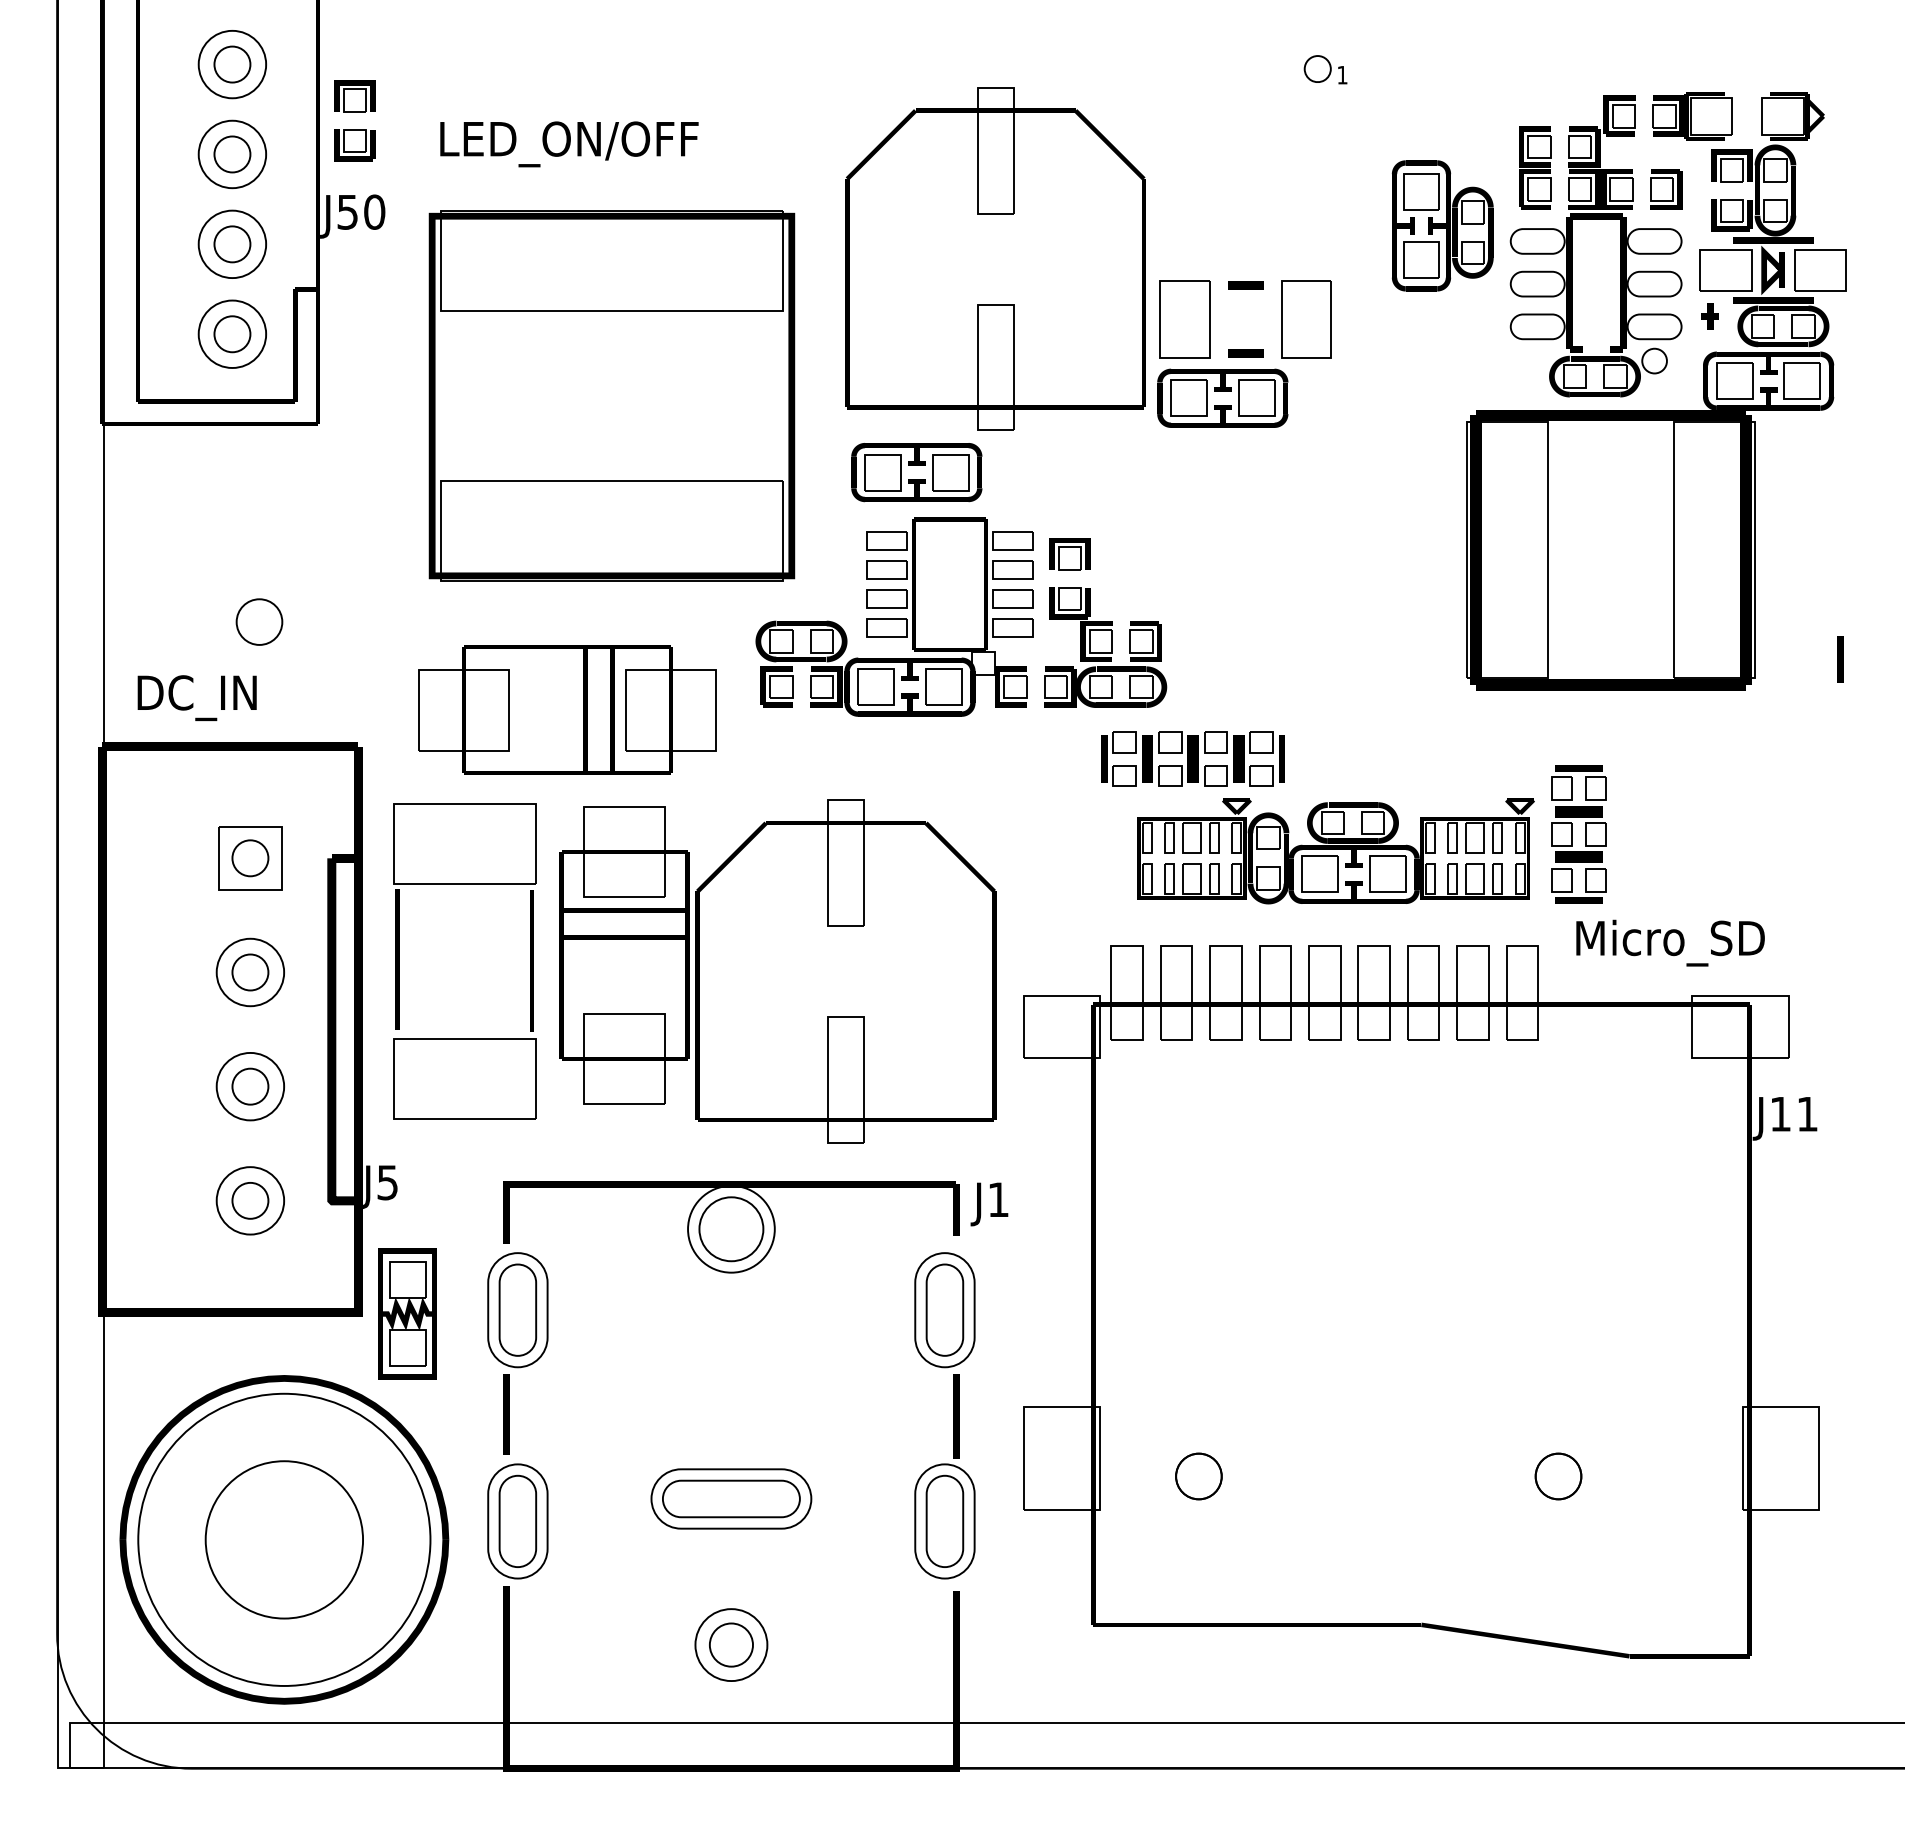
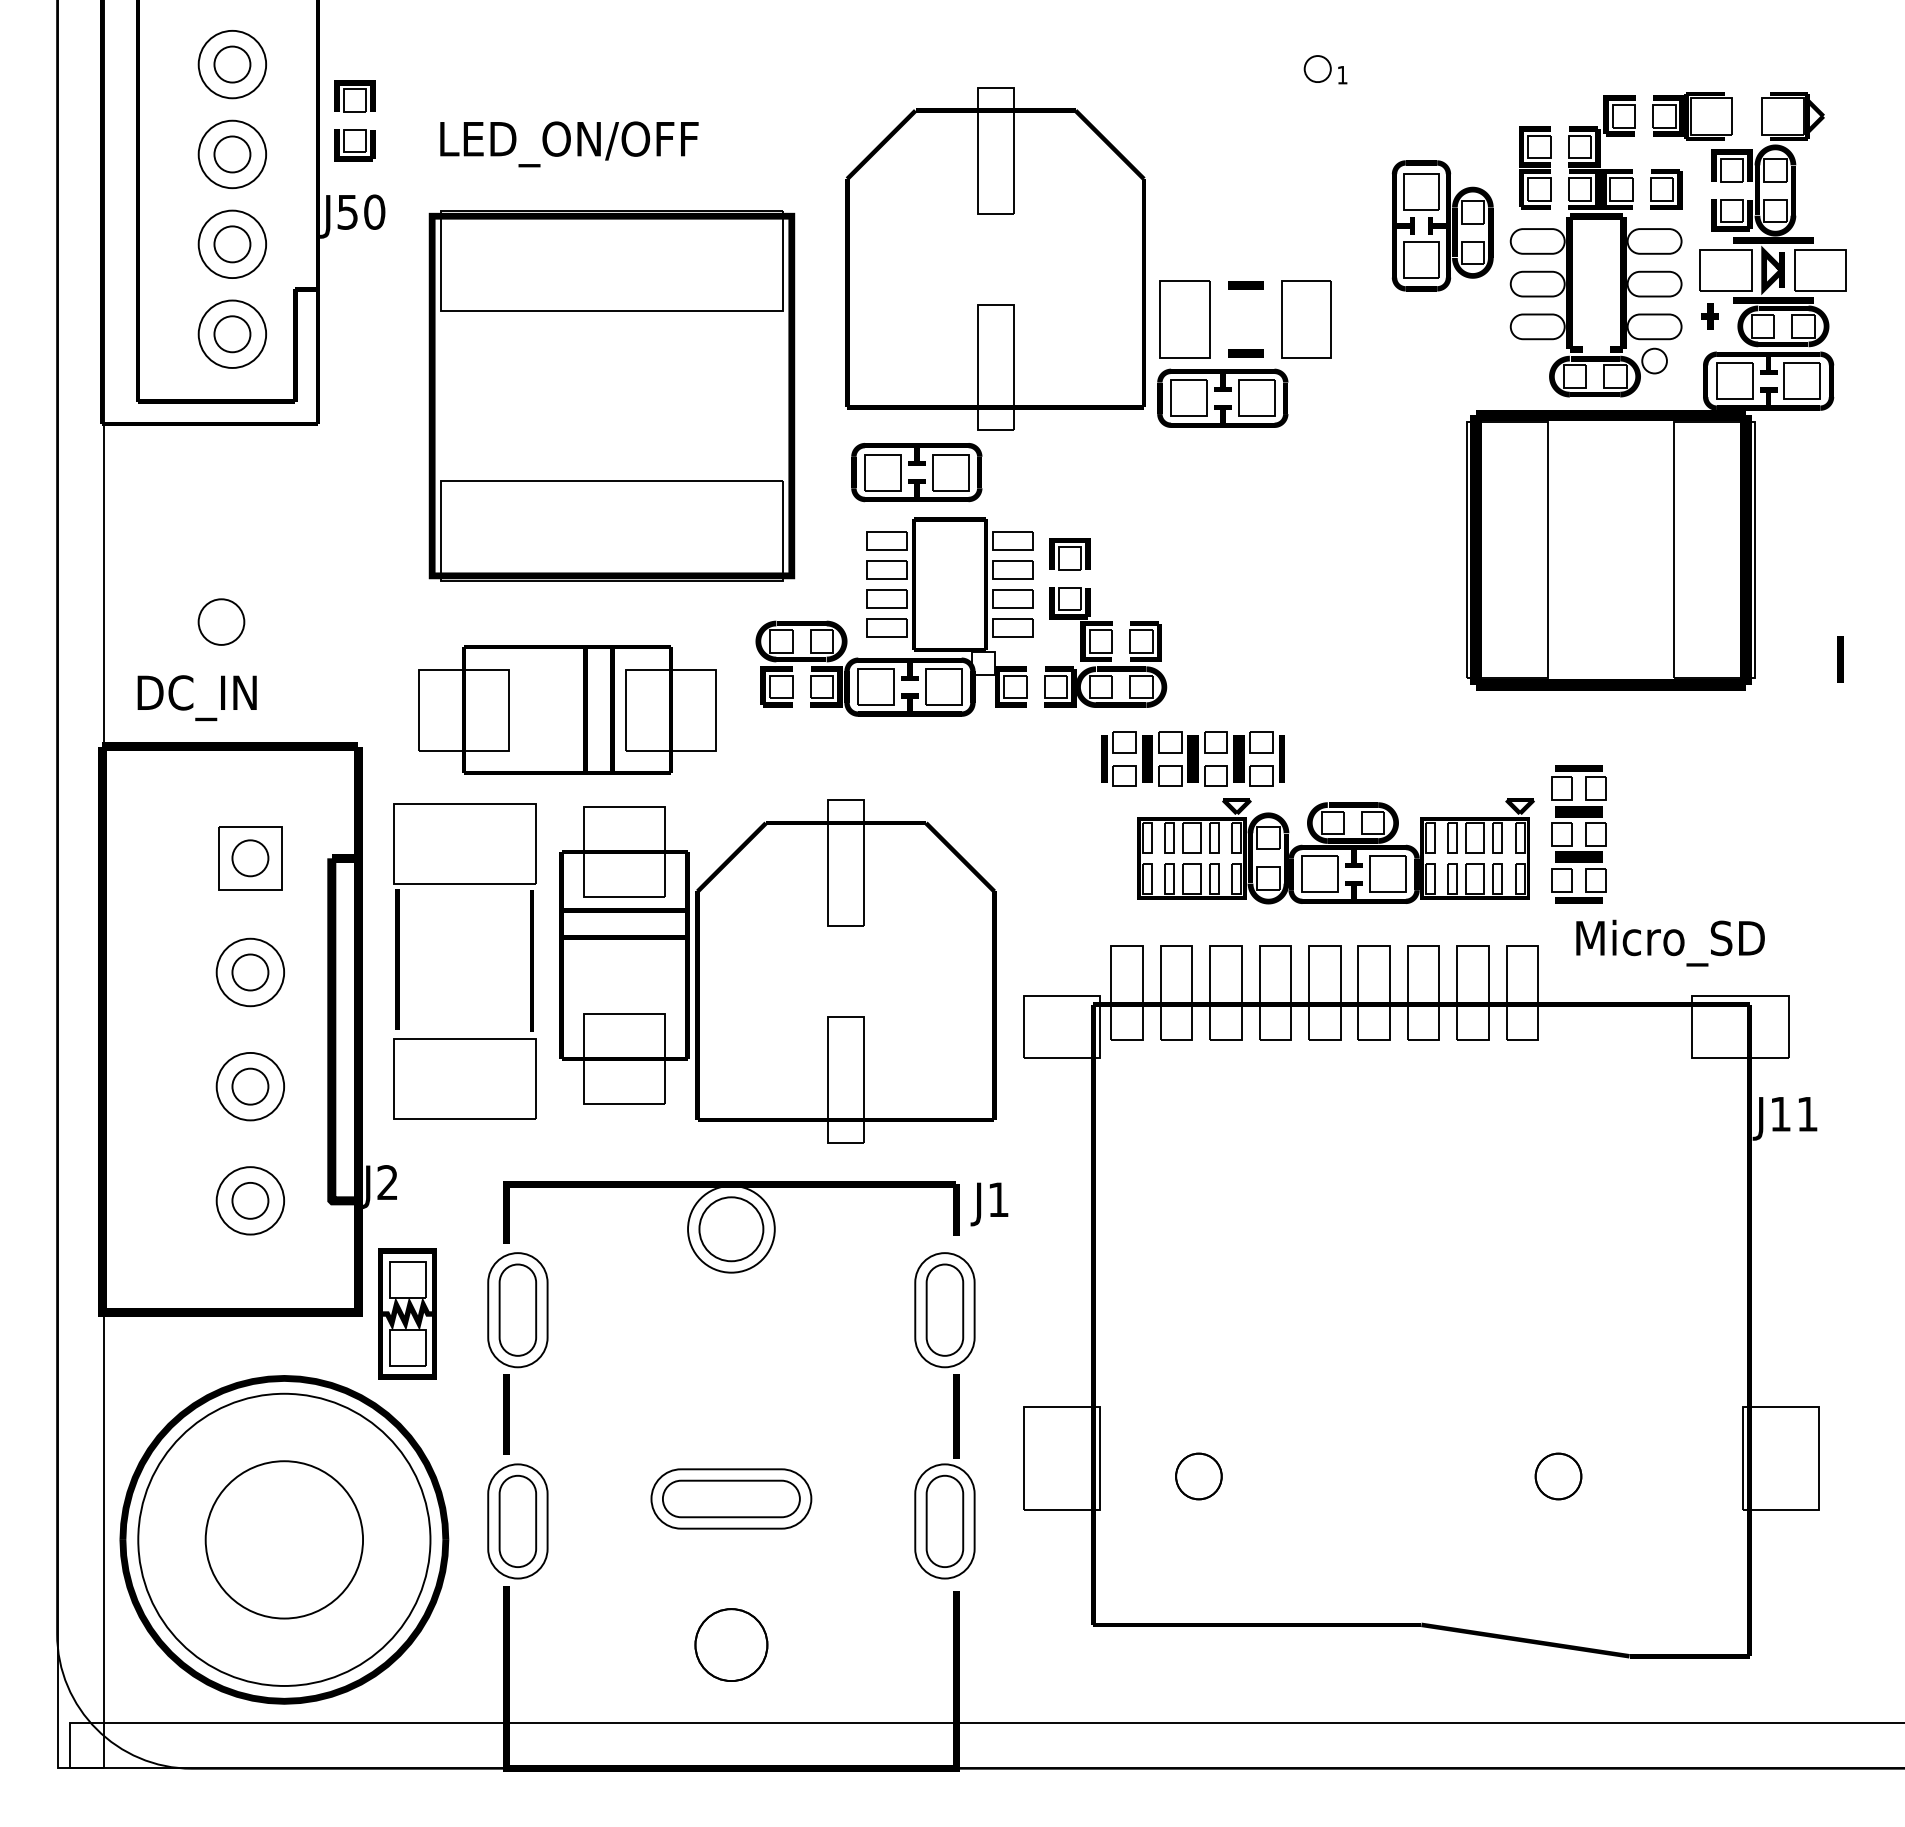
circle at (259, 621) position: (259, 621) -> (221, 621)
text at (387, 1182): J5 -> J2
circle at (731, 1644) diameter: 43 px -> 72 px
